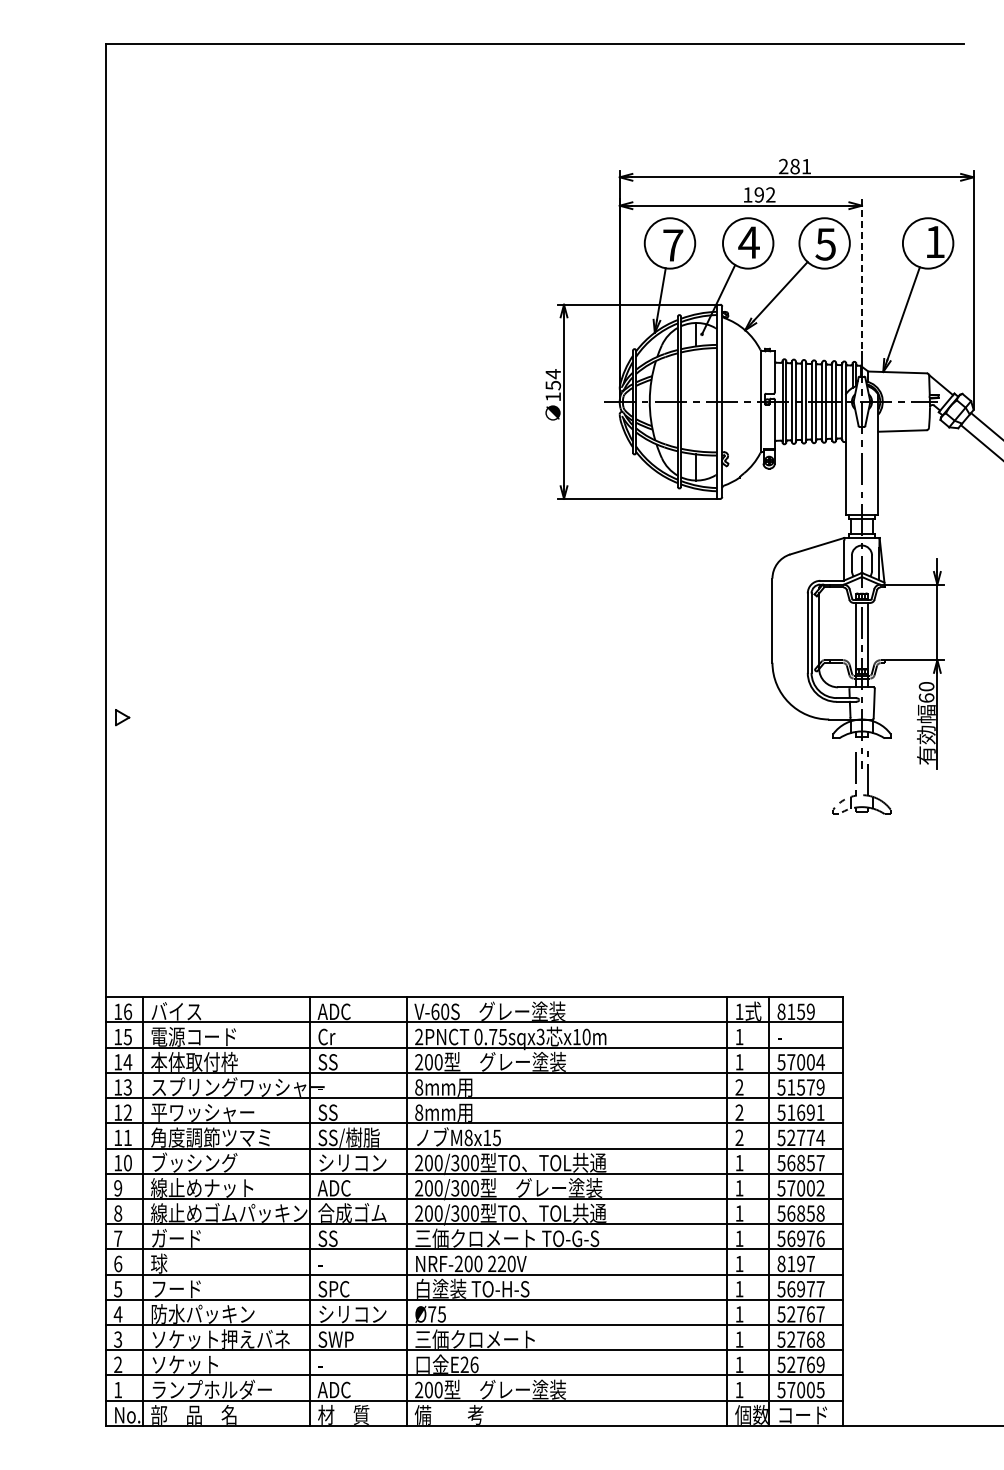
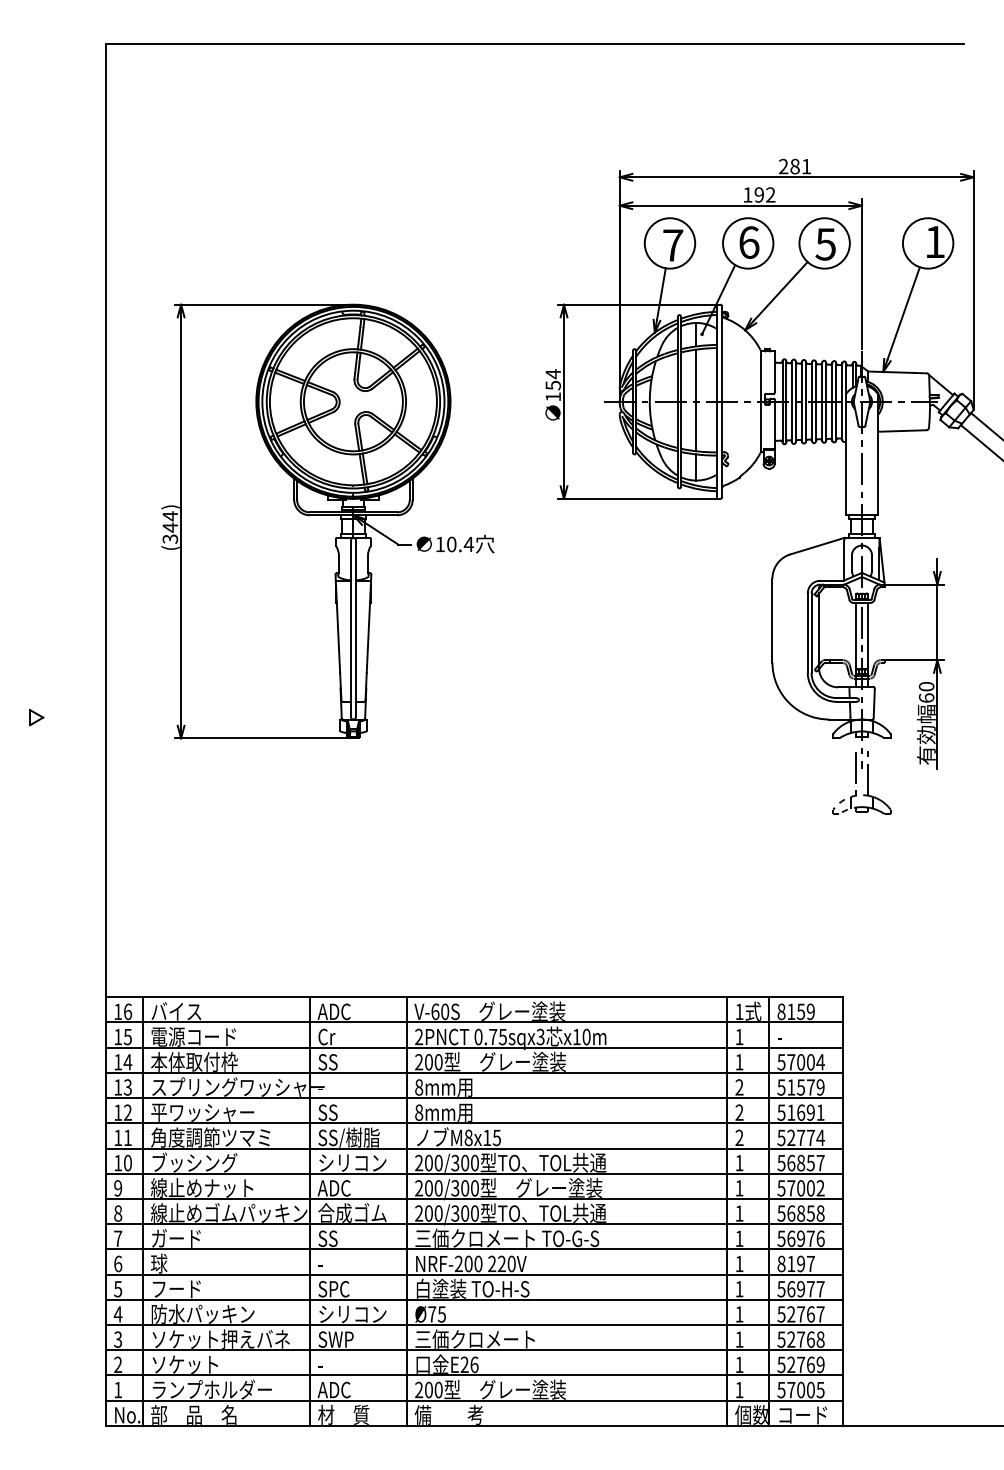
text at (748, 242): 4 -> 6
line at (861, 273): dashed -> solid
line at (696, 400): none -> present
part at (327, 521): none -> present
part at (122, 717) position: (122, 717) -> (36, 717)
